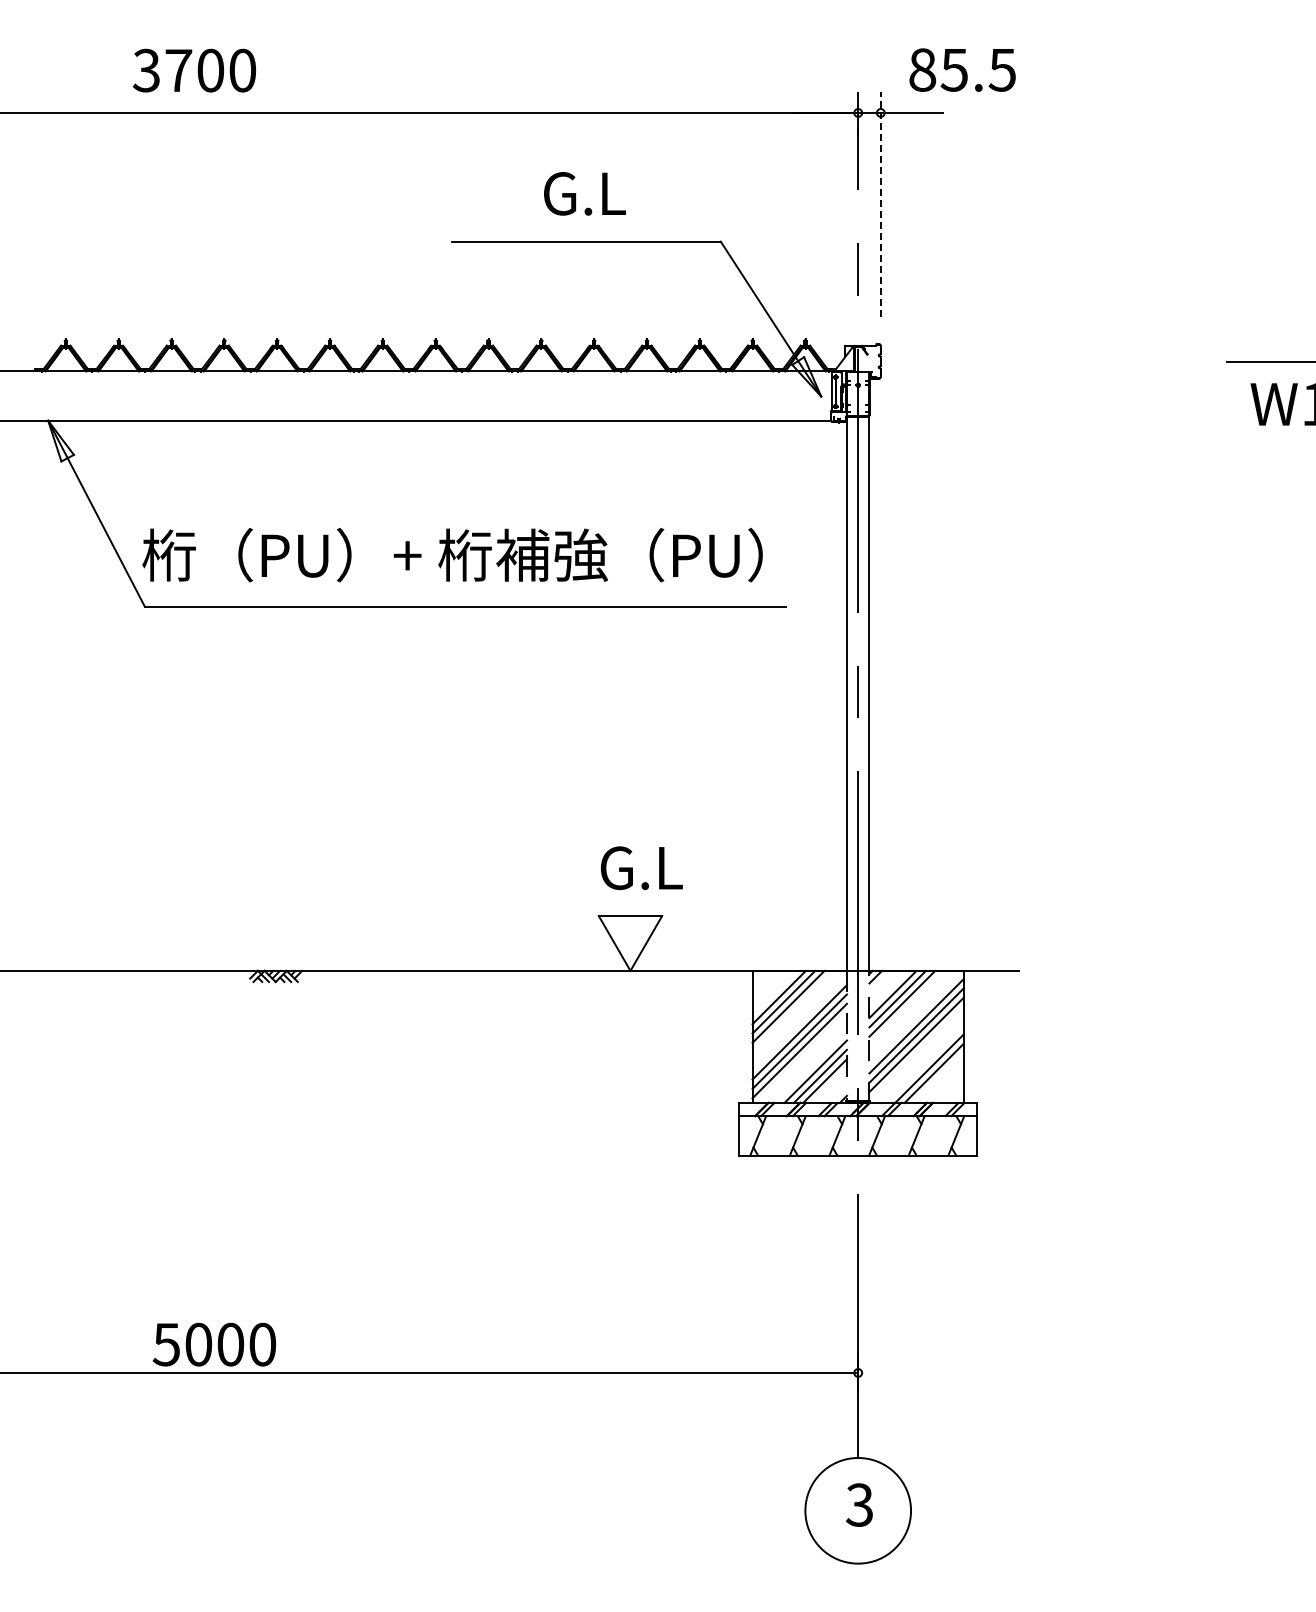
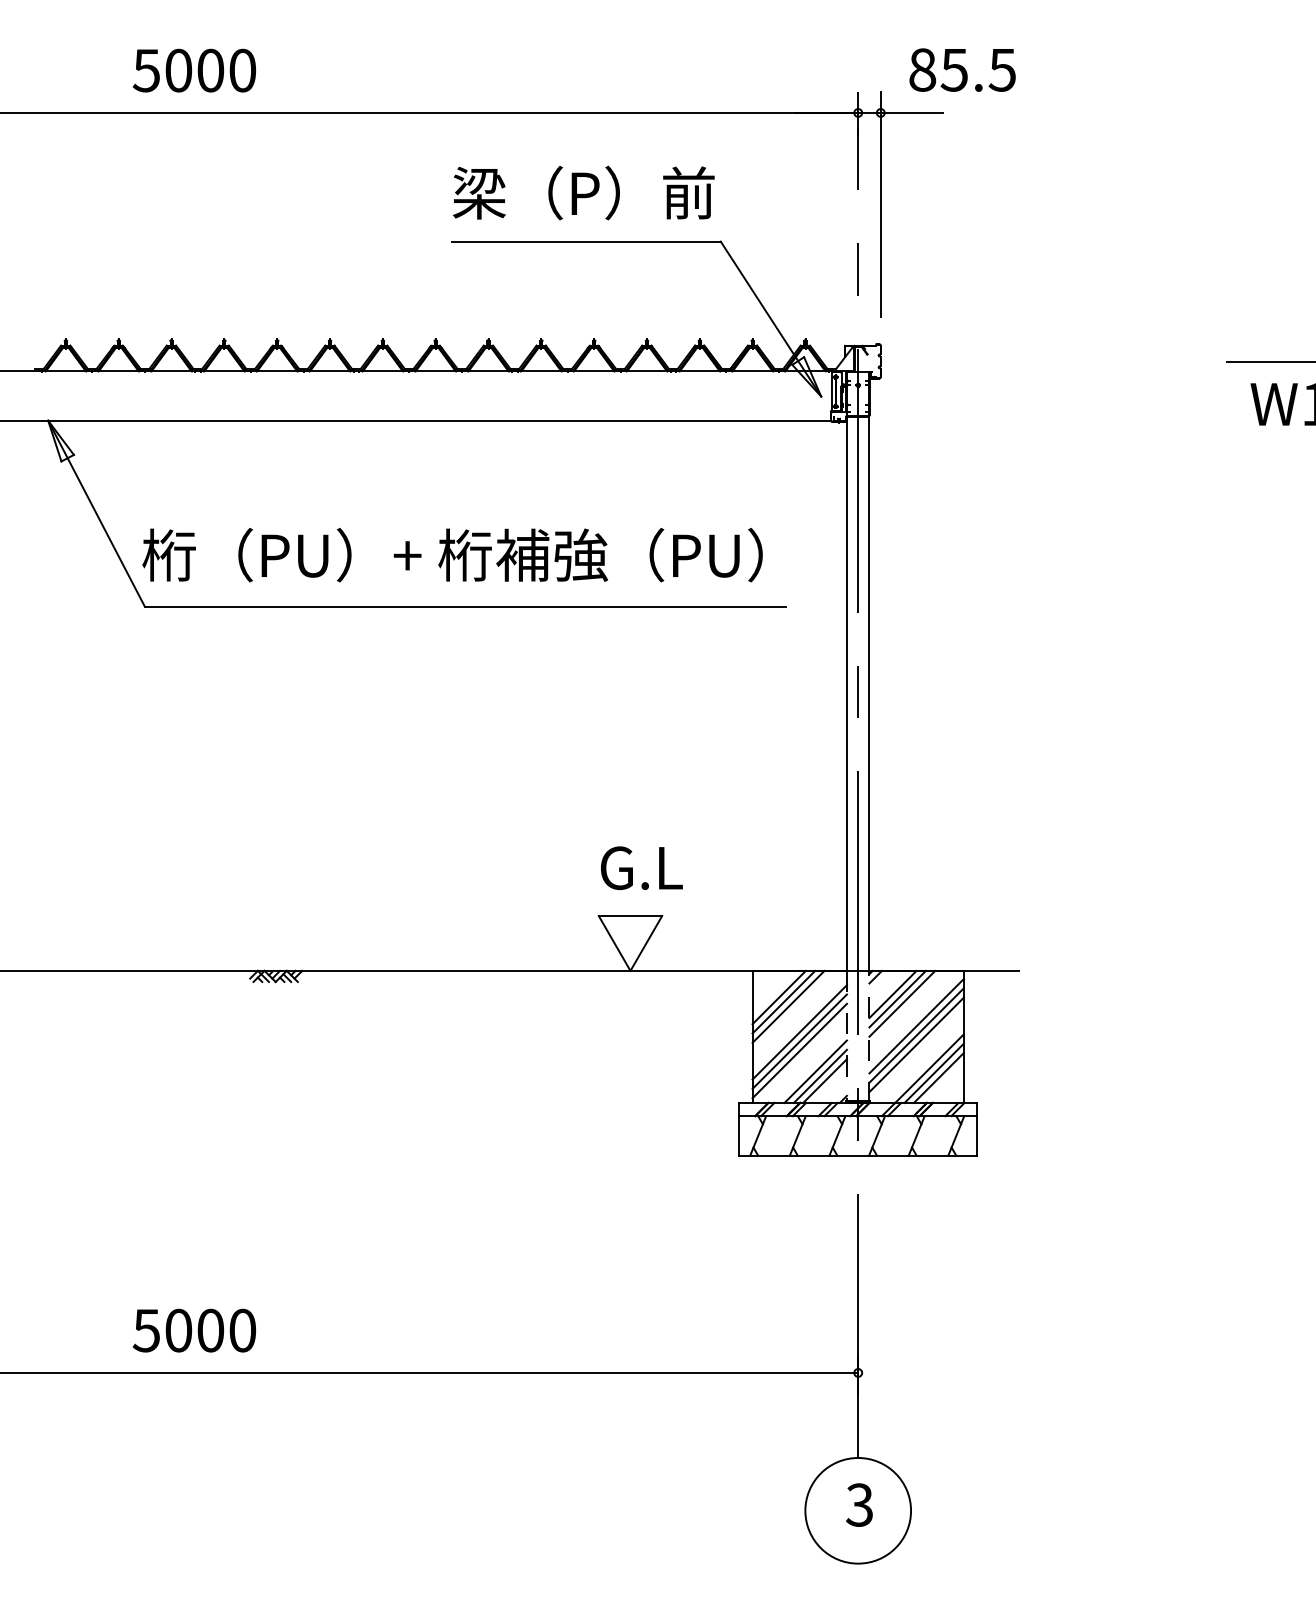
text at (162, 70): 3700 -> 5000
text at (583, 192): G.L -> 梁（P）前
line at (880, 204): dashed -> solid
line at (938, 1077): none -> present
text at (213, 1344) position: (213, 1344) -> (193, 1330)
